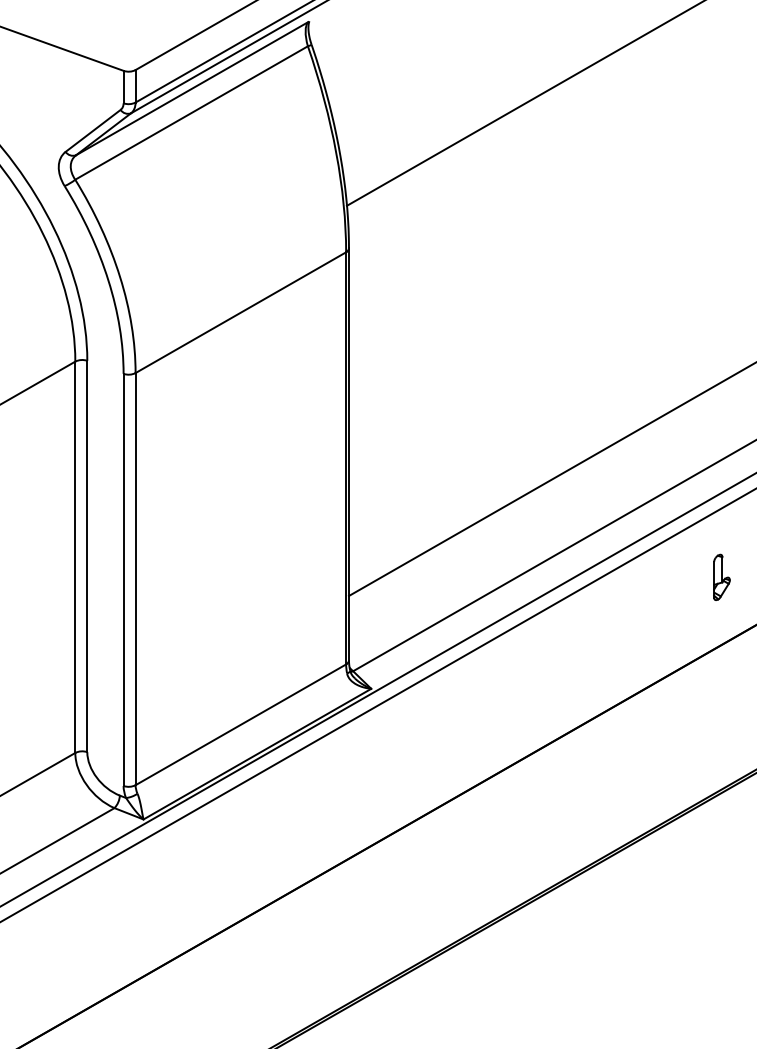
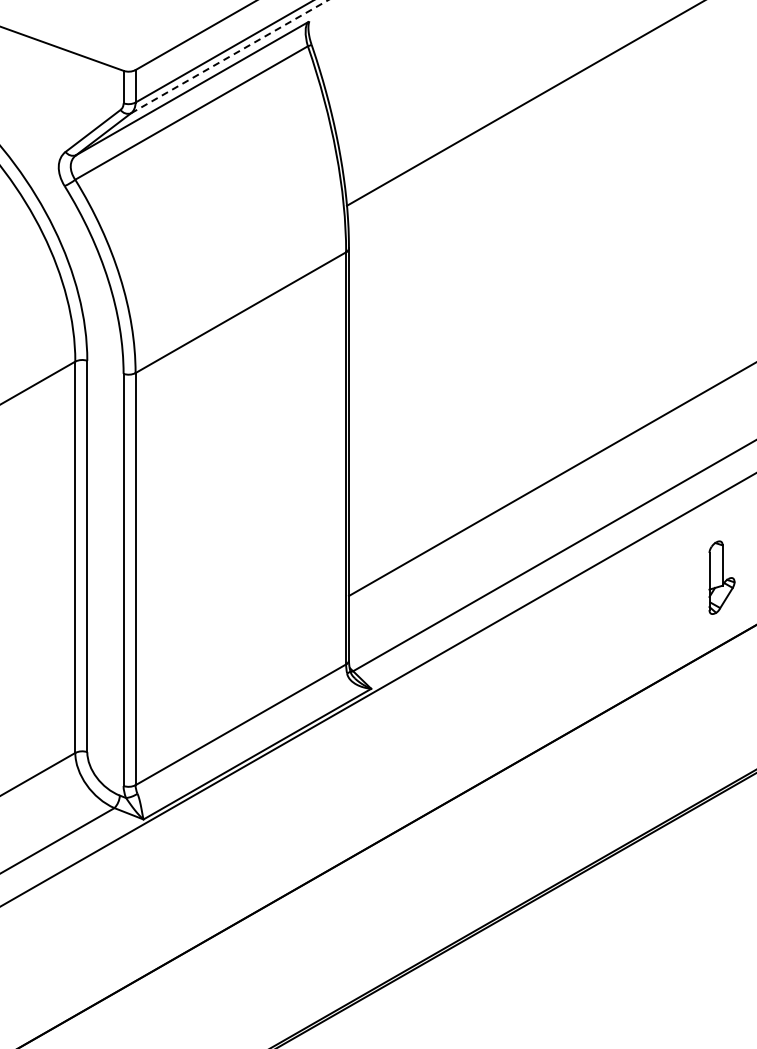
line at (229, 57): solid -> dashed
part at (721, 576) size: 18x48 px -> 28x75 px
line at (377, 705): present -> none
